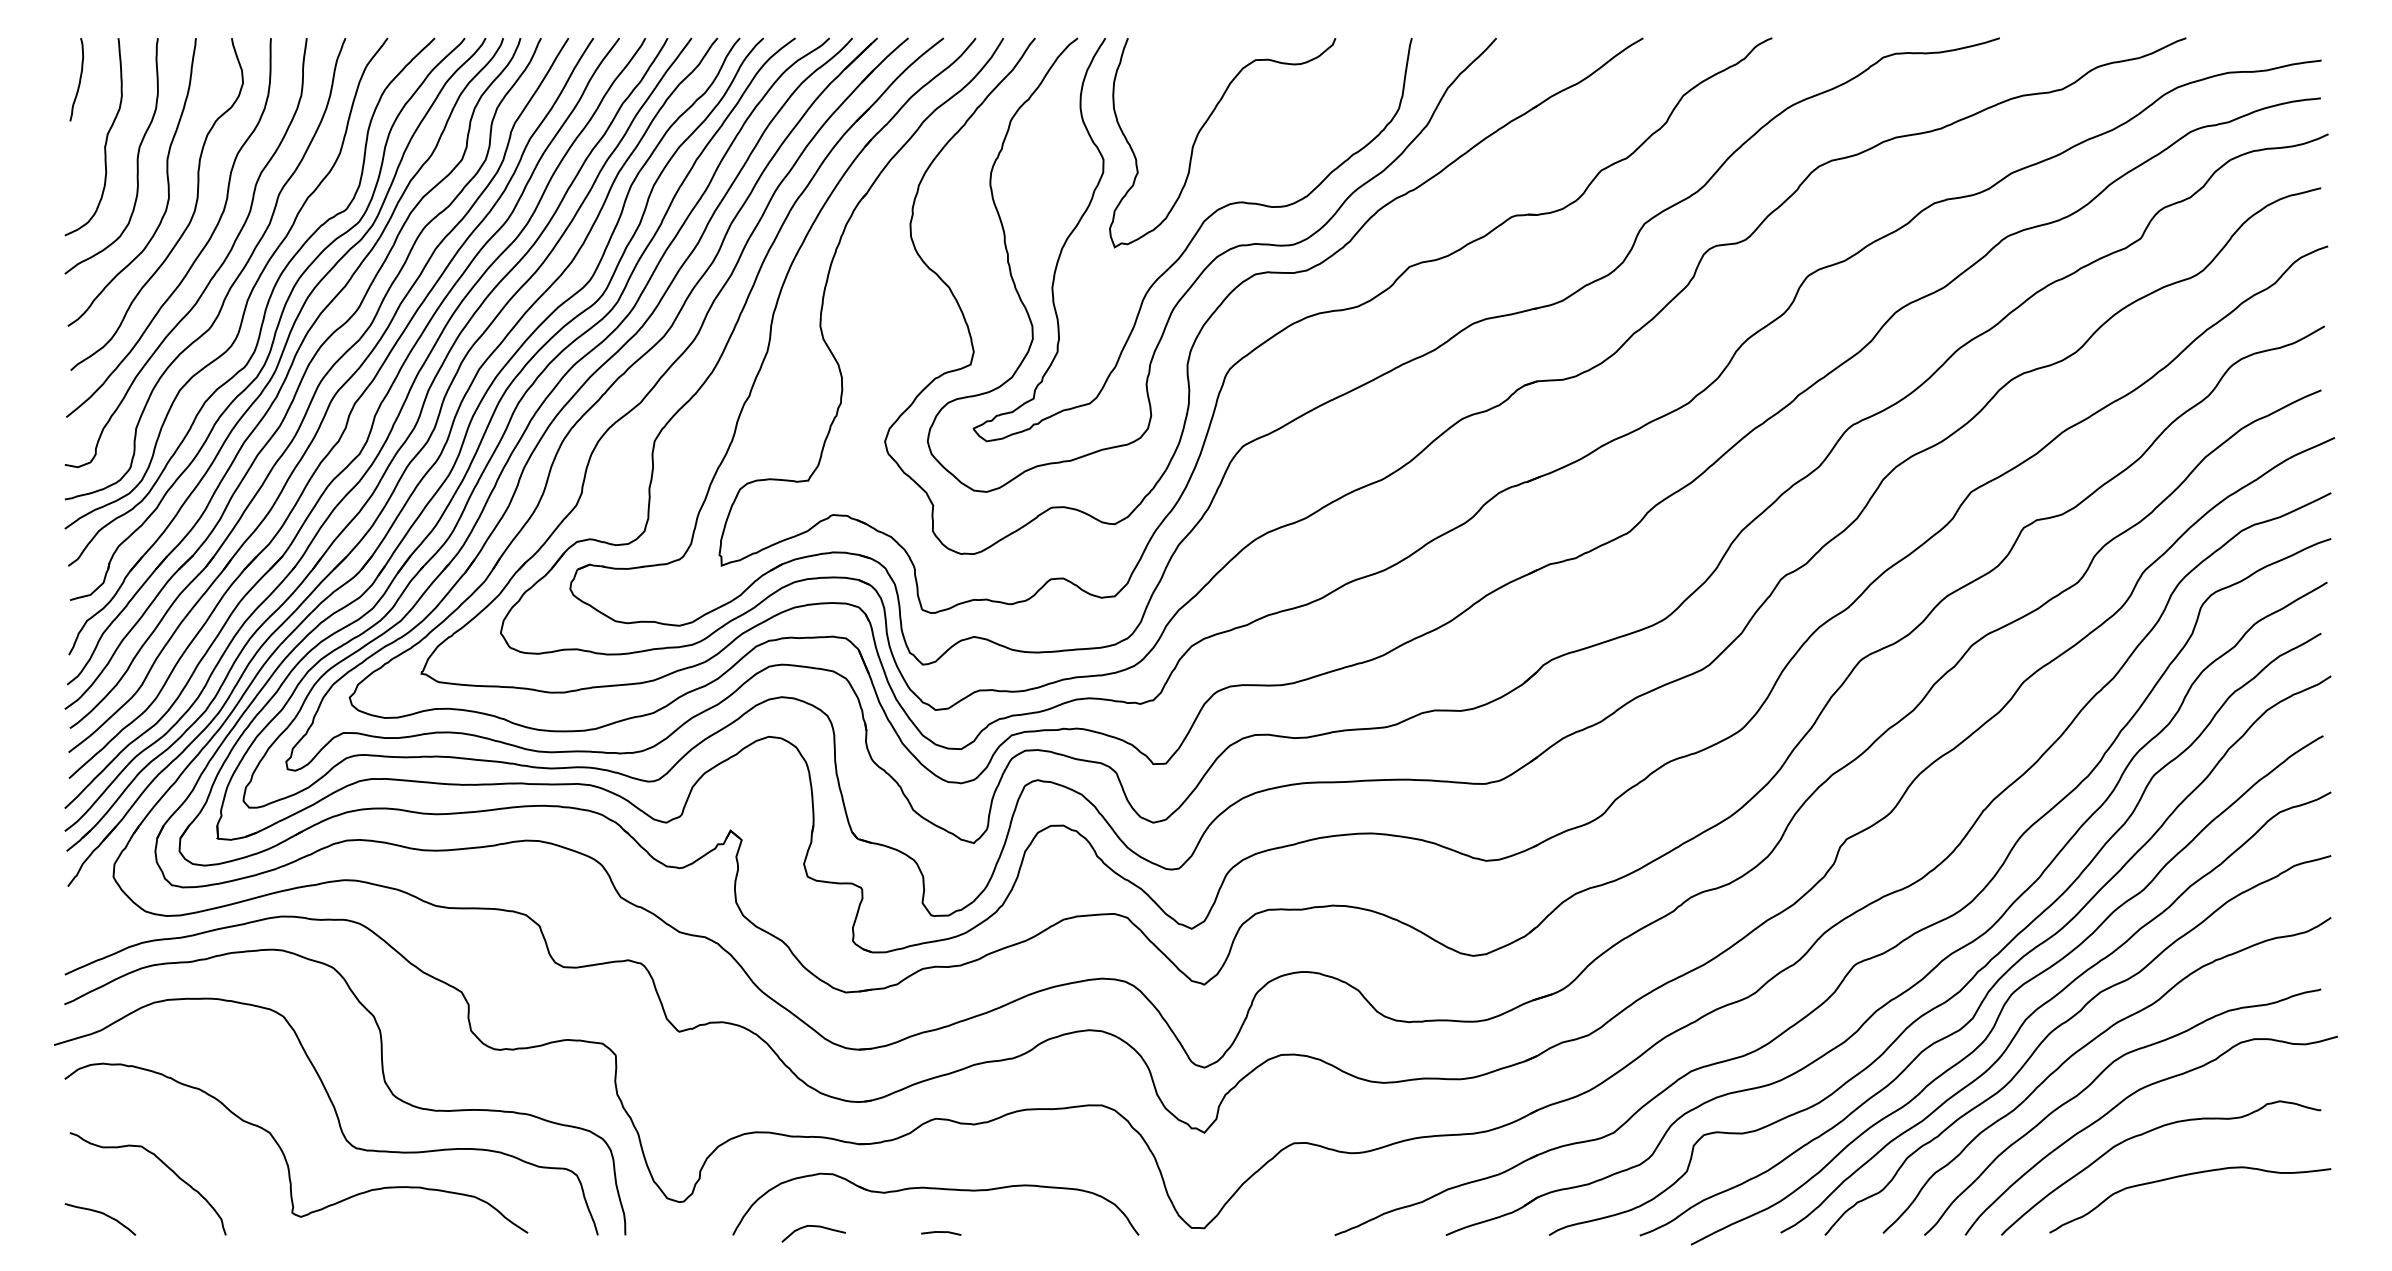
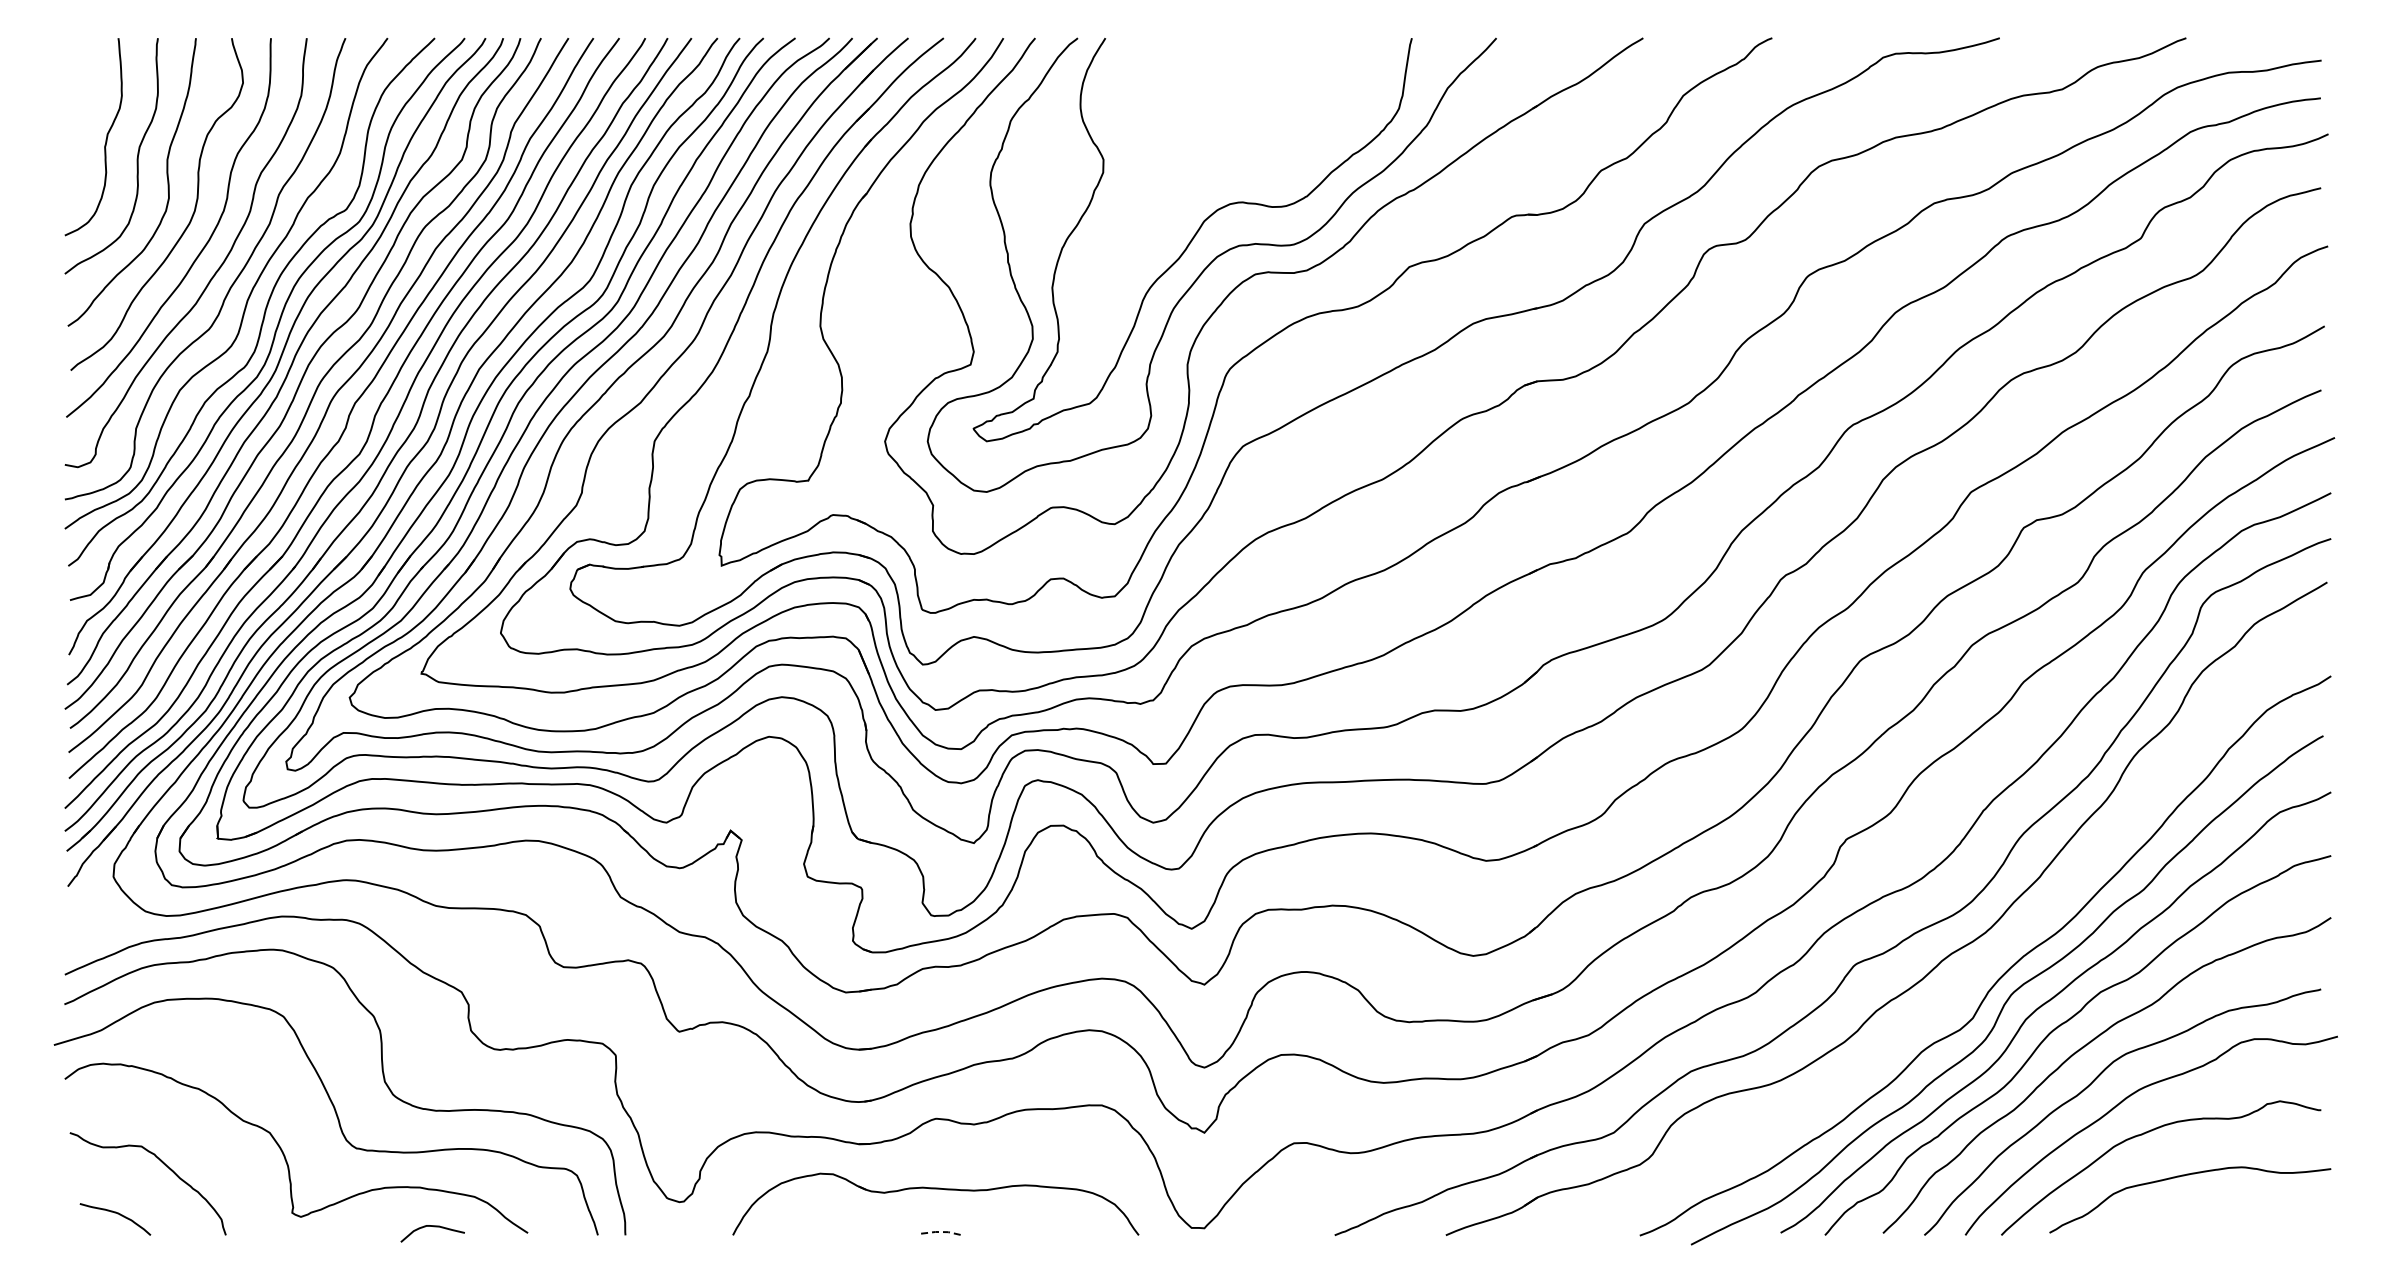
curve at (79, 79): present -> none
curve at (1201, 130): present -> none
curve at (1976, 971): present -> none
curve at (102, 1214) position: (102, 1214) -> (117, 1214)
curve at (814, 1227) position: (814, 1227) -> (433, 1227)
line at (941, 1232): solid -> dashed
